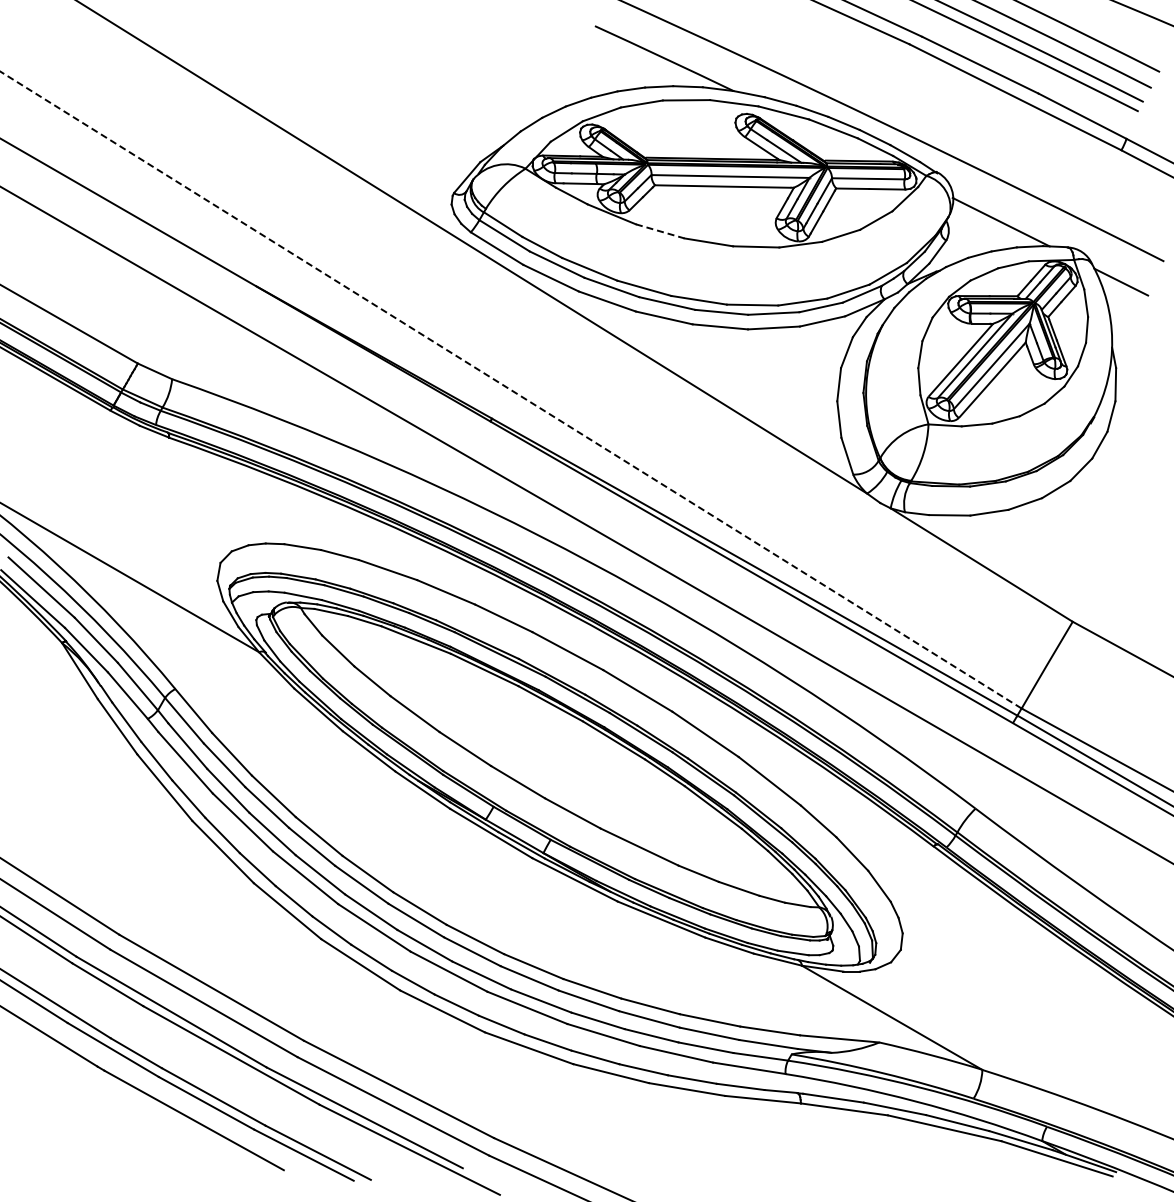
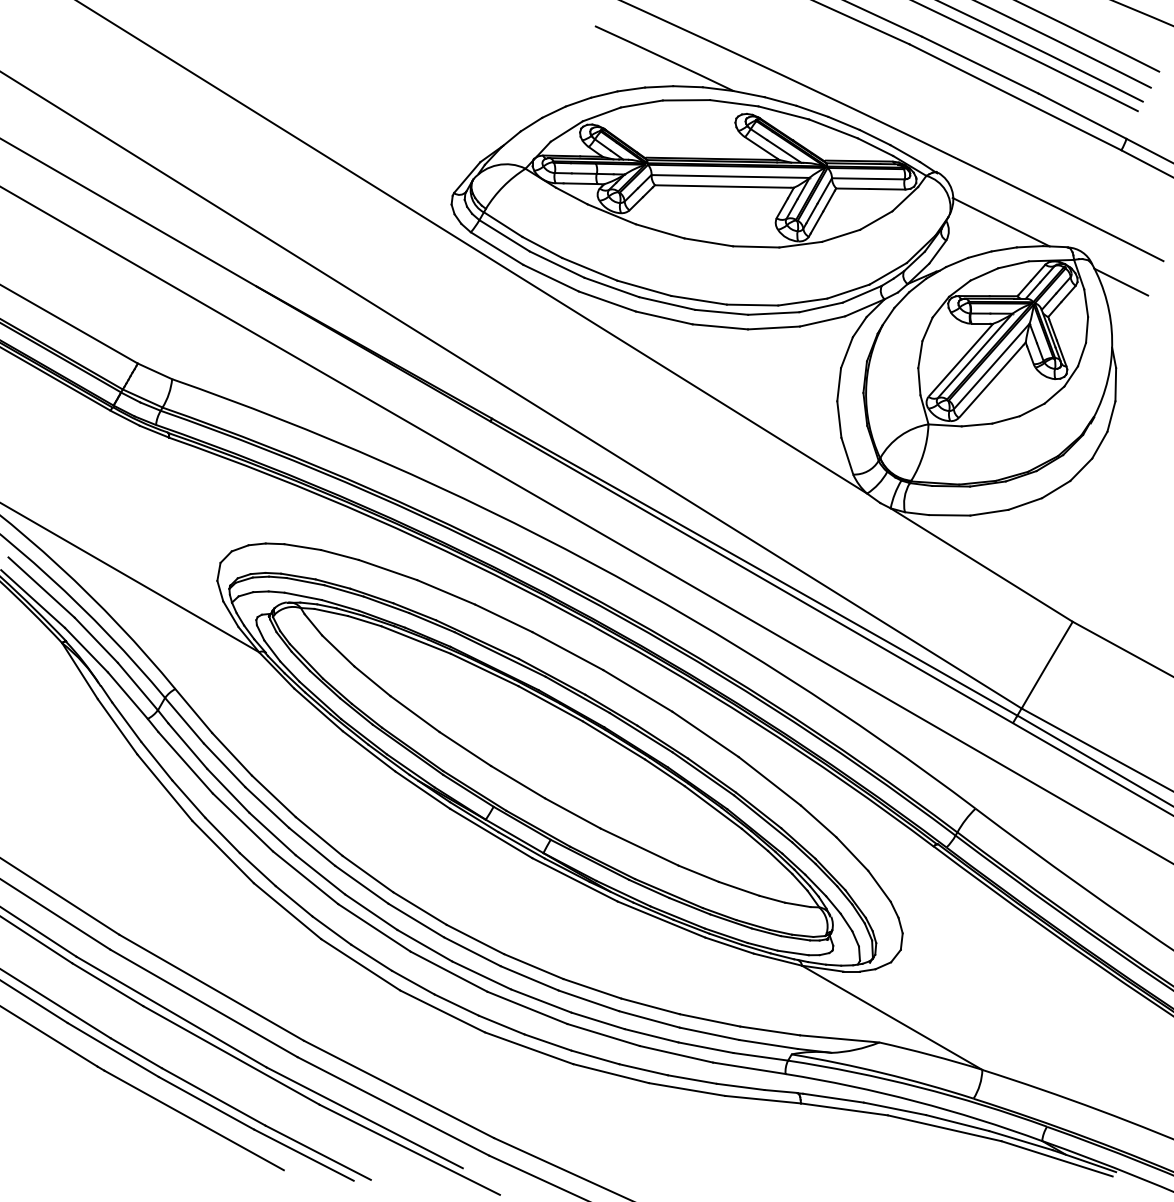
line at (660, 231): dashed -> solid
line at (511, 390): dashed -> solid
